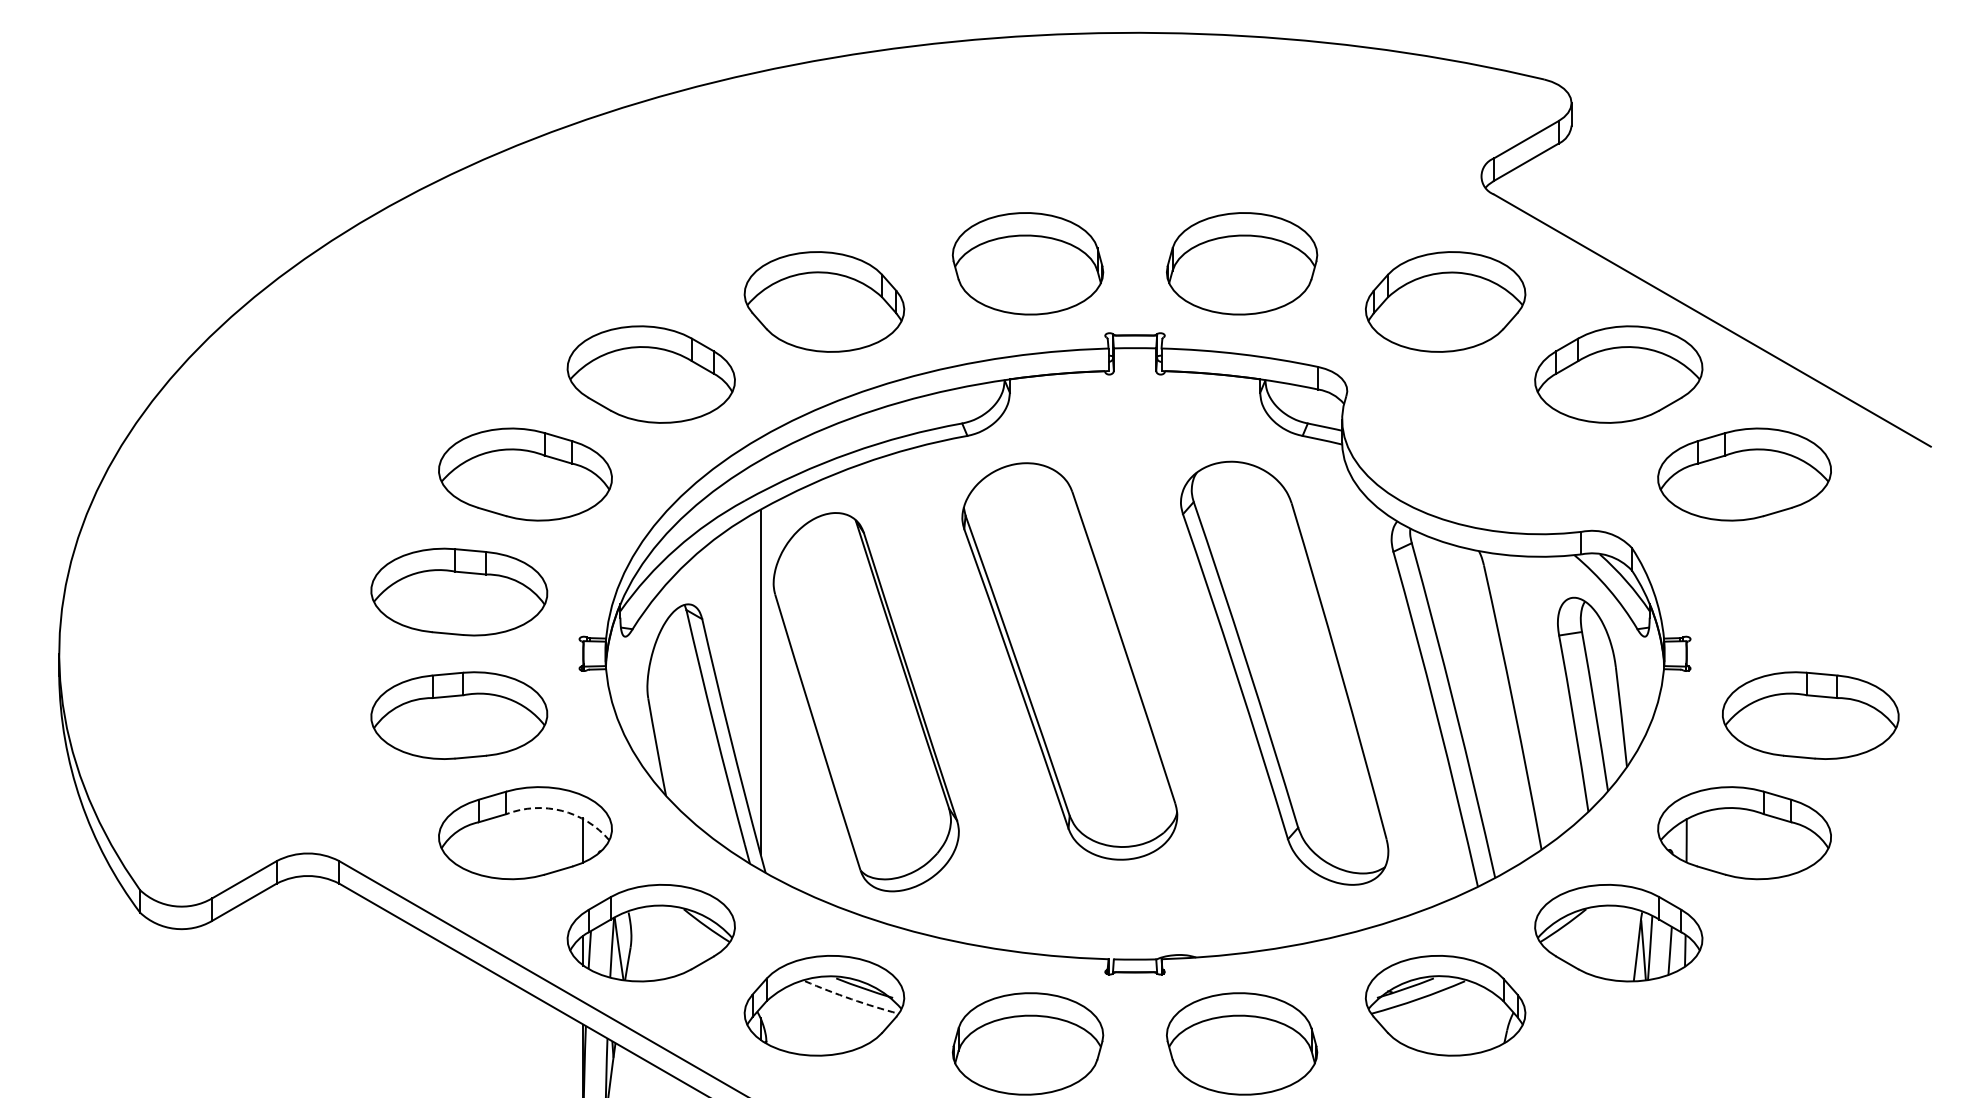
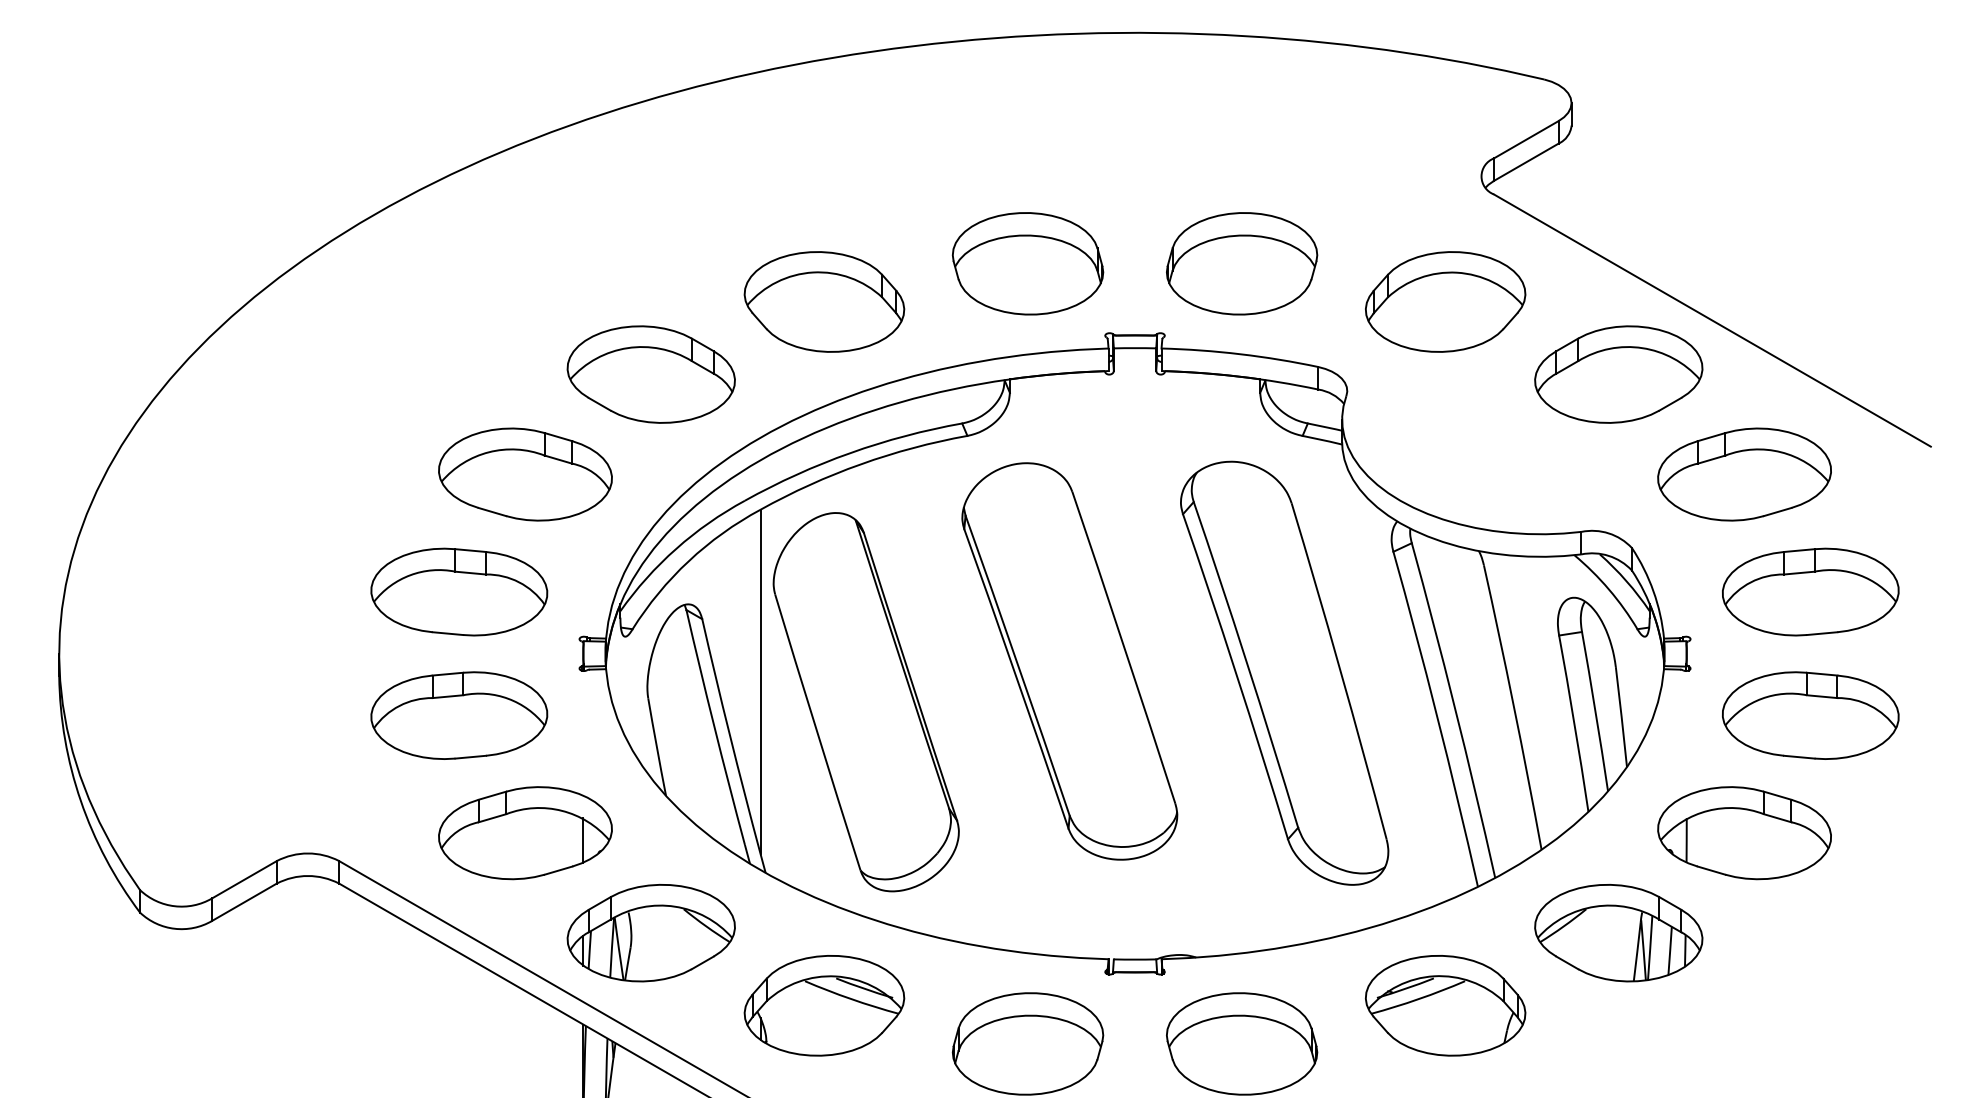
part at (1810, 591): none -> present
arc at (561, 810): dashed -> solid
arc at (851, 999): dashed -> solid
